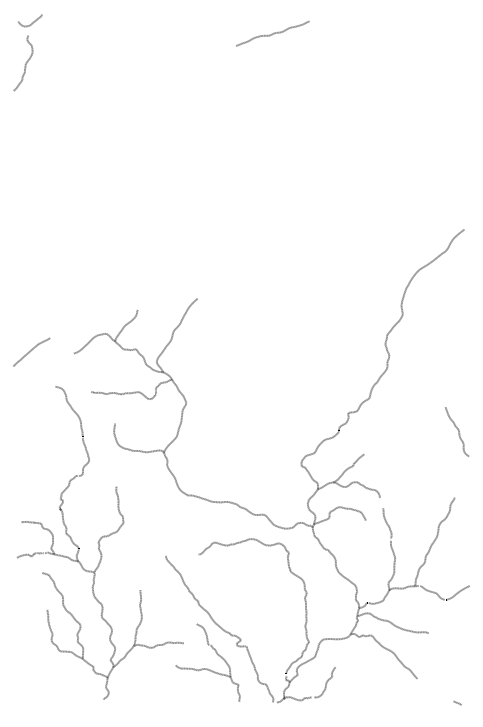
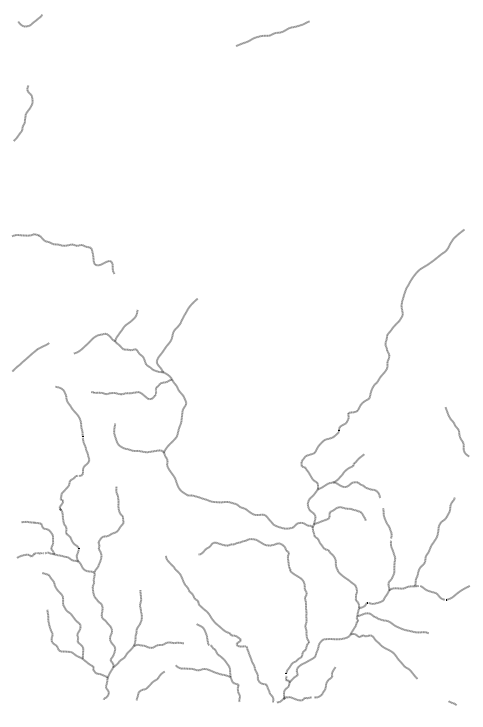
curve at (25, 63) position: (25, 63) -> (25, 113)
part at (63, 246): none -> present
part at (31, 351) position: (31, 351) -> (30, 356)
curve at (150, 685): none -> present
curve at (457, 702) position: (457, 702) -> (452, 702)
